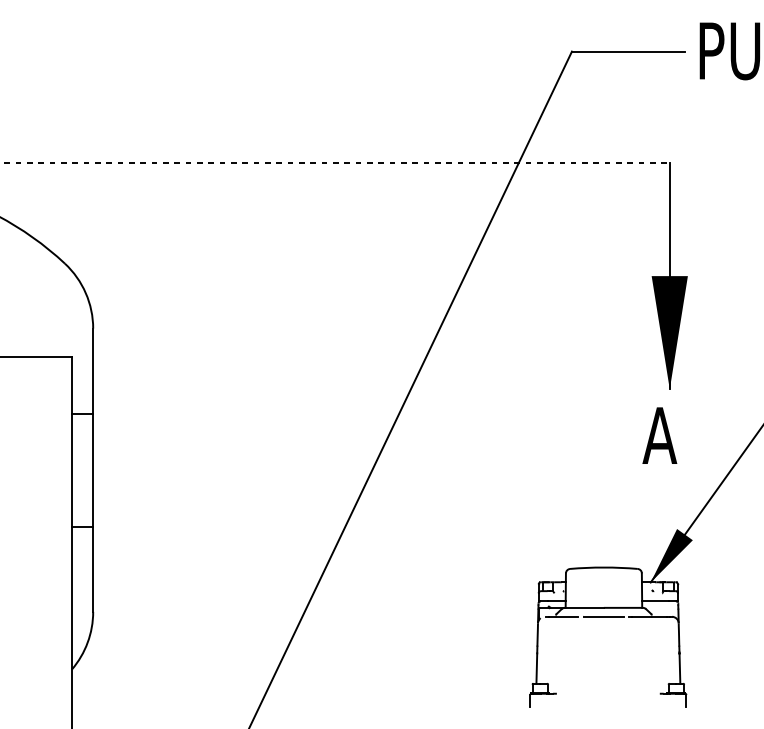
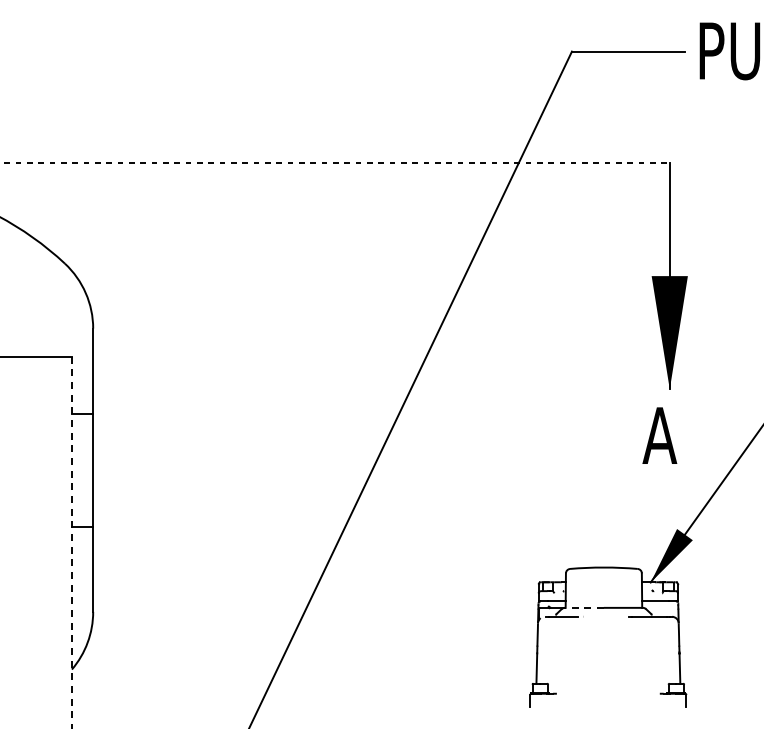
line at (71, 542): solid -> dashed
line at (584, 607): solid -> dashed
line at (603, 616): present -> none
